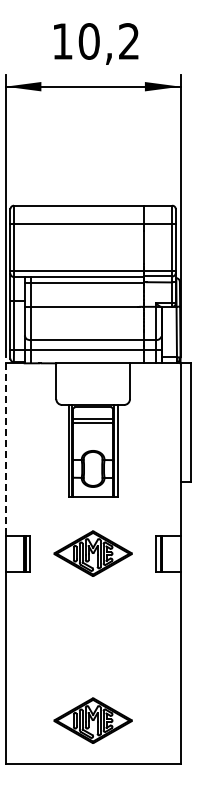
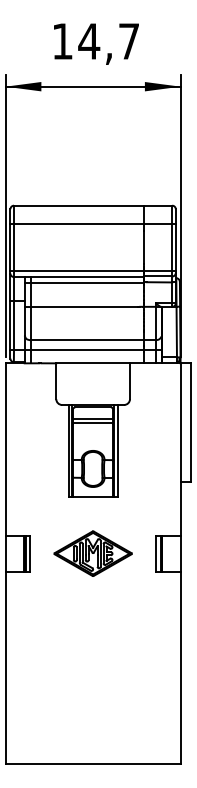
text at (108, 41): 10,2 -> 14,7
line at (5, 450): dashed -> solid
part at (92, 720): present -> none
